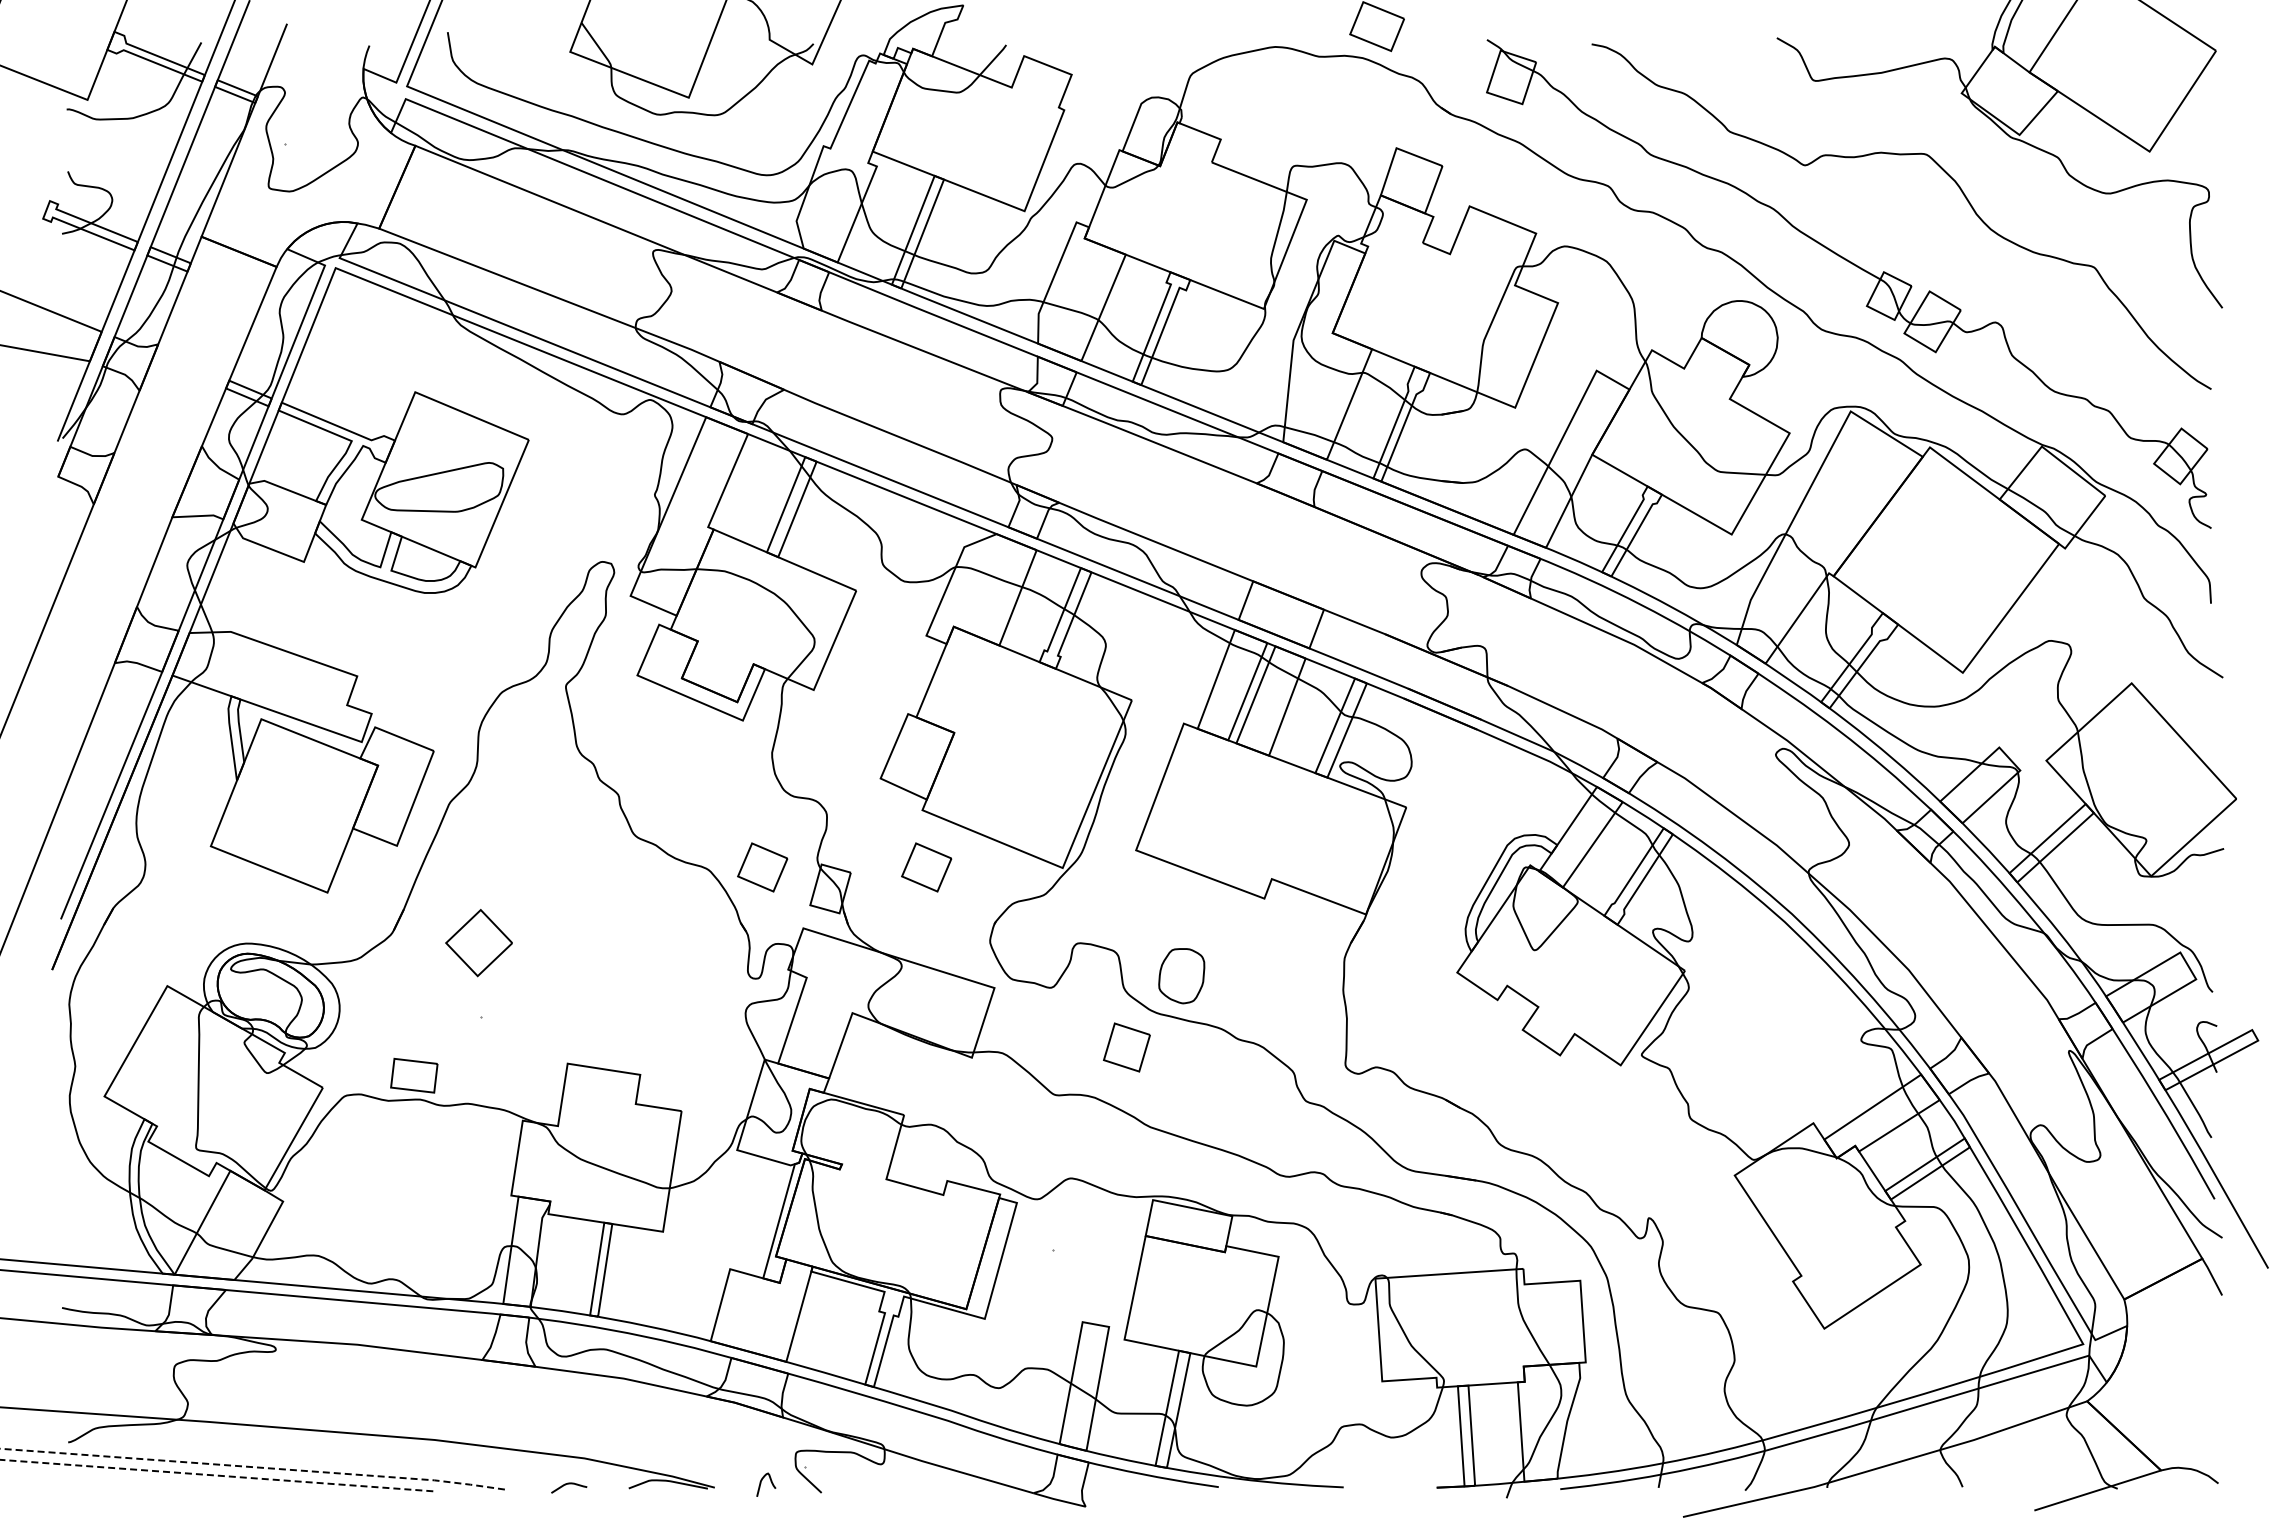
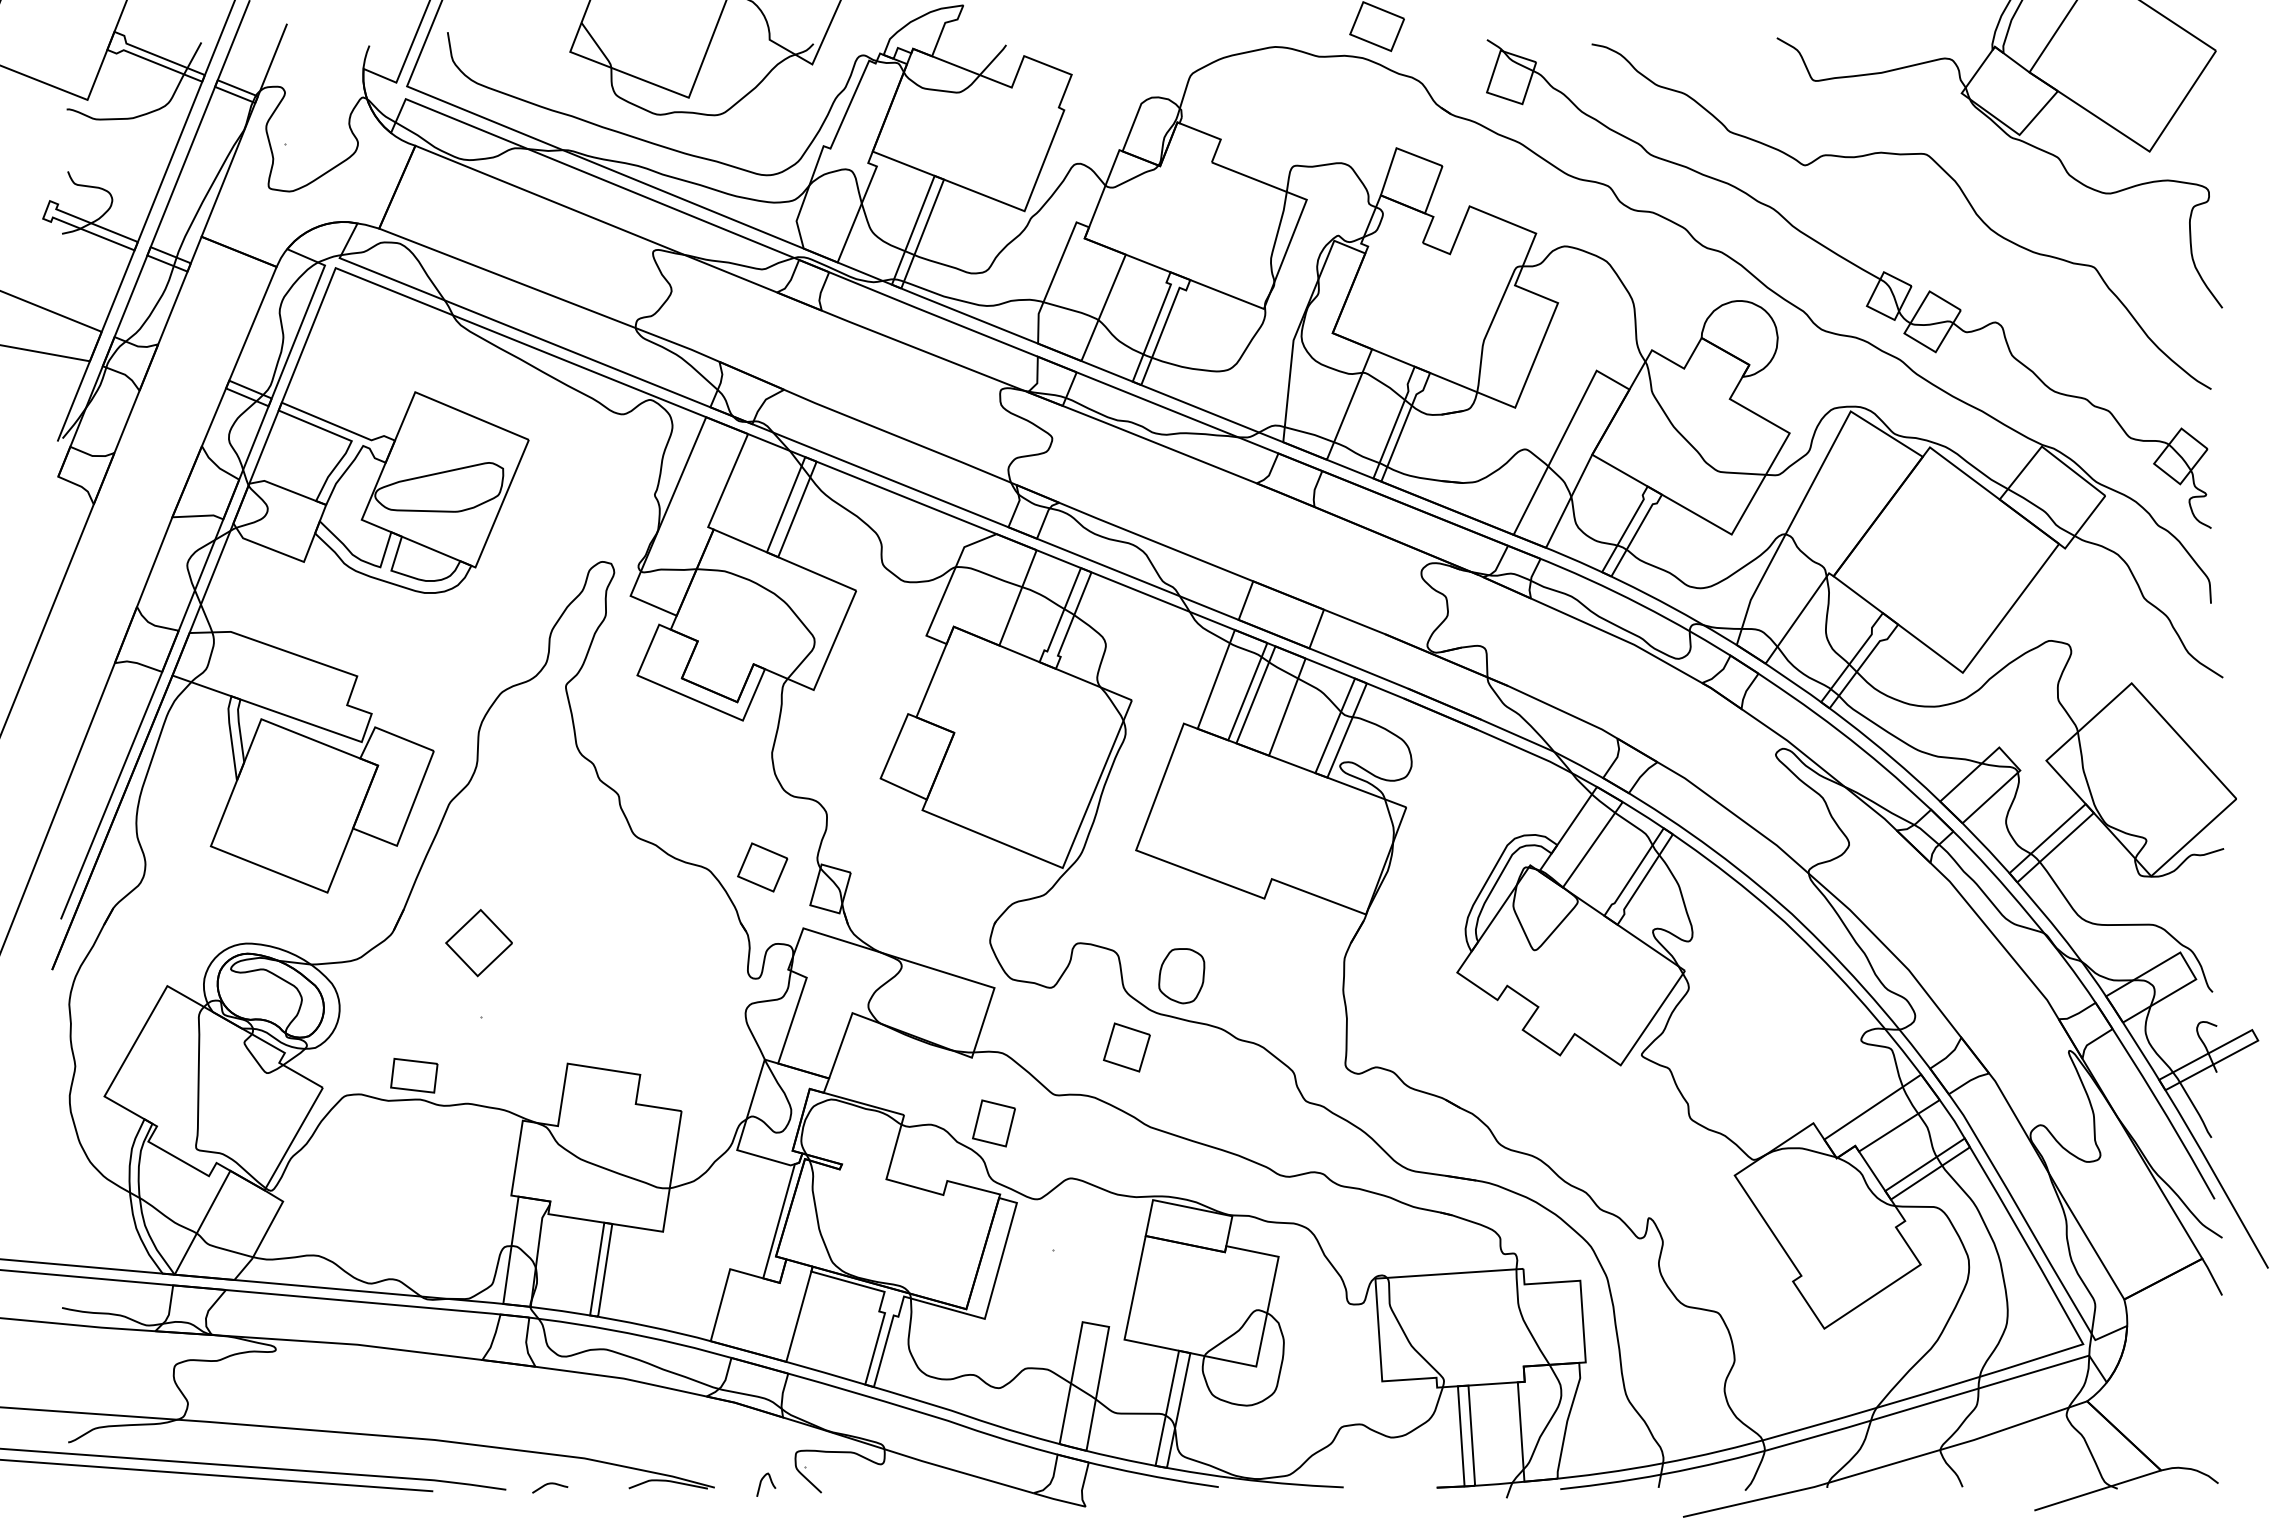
part at (926, 867): present -> none
part at (993, 1123): none -> present
line at (255, 1467): dashed -> solid
line at (216, 1475): dashed -> solid
curve at (569, 1484) position: (569, 1484) -> (550, 1484)
